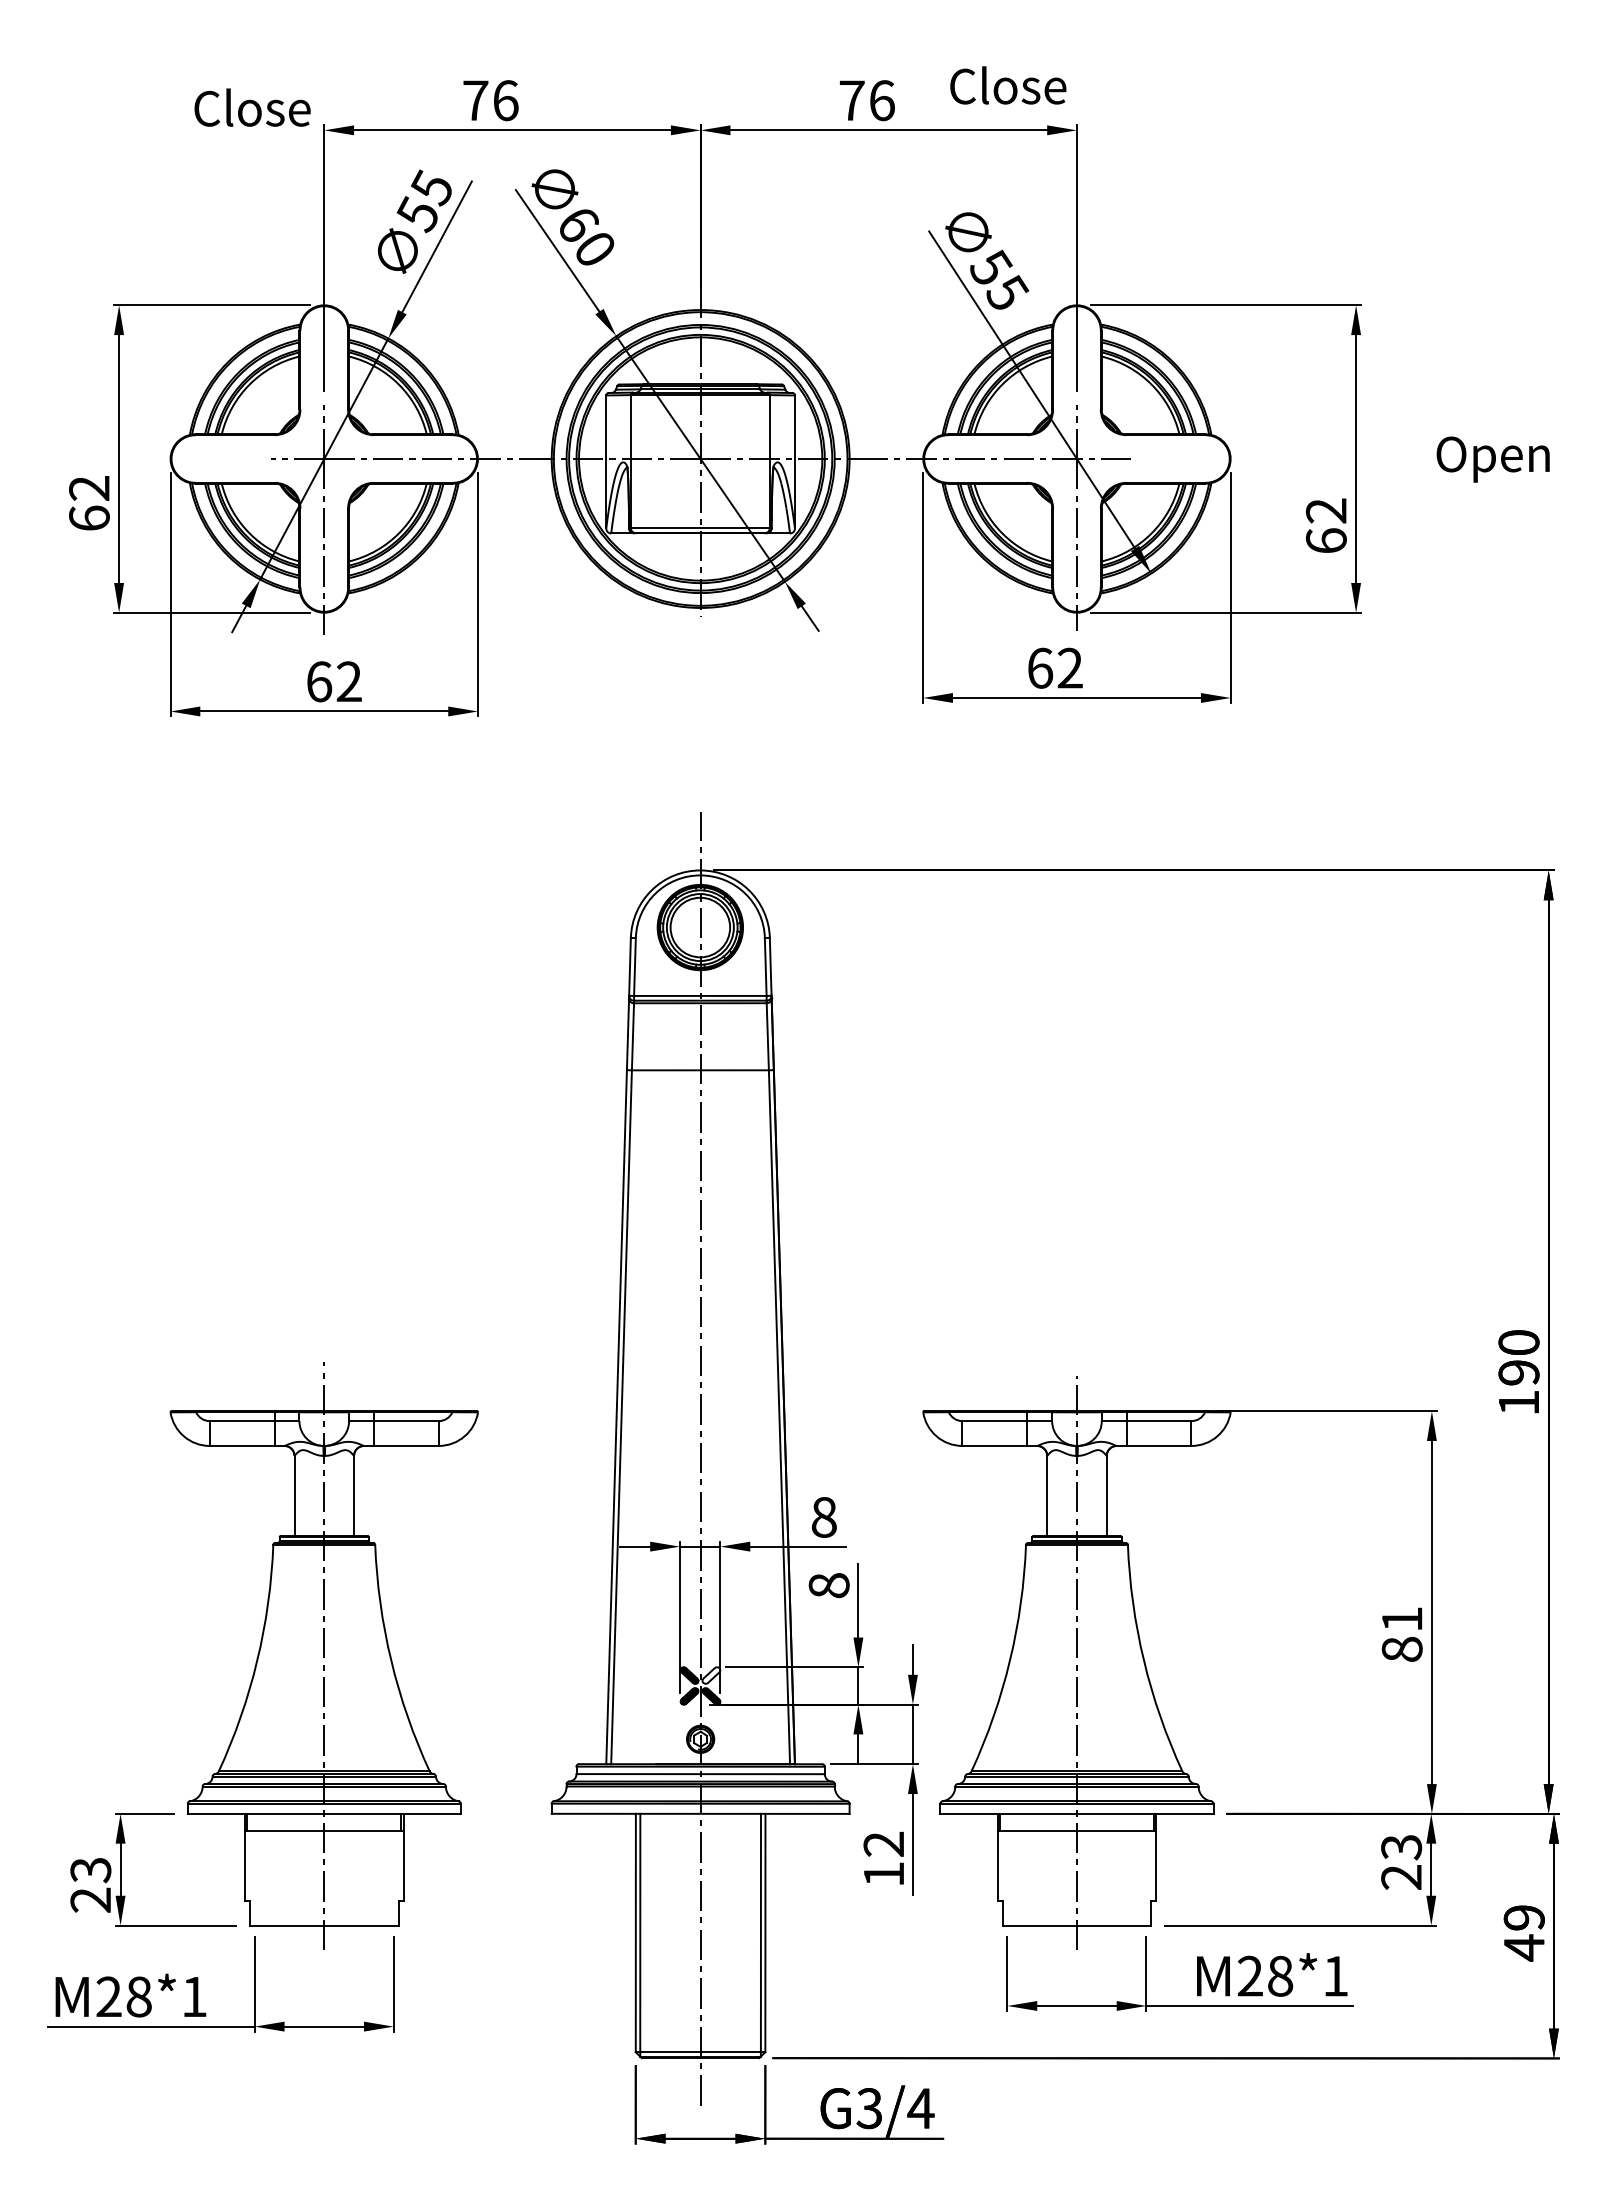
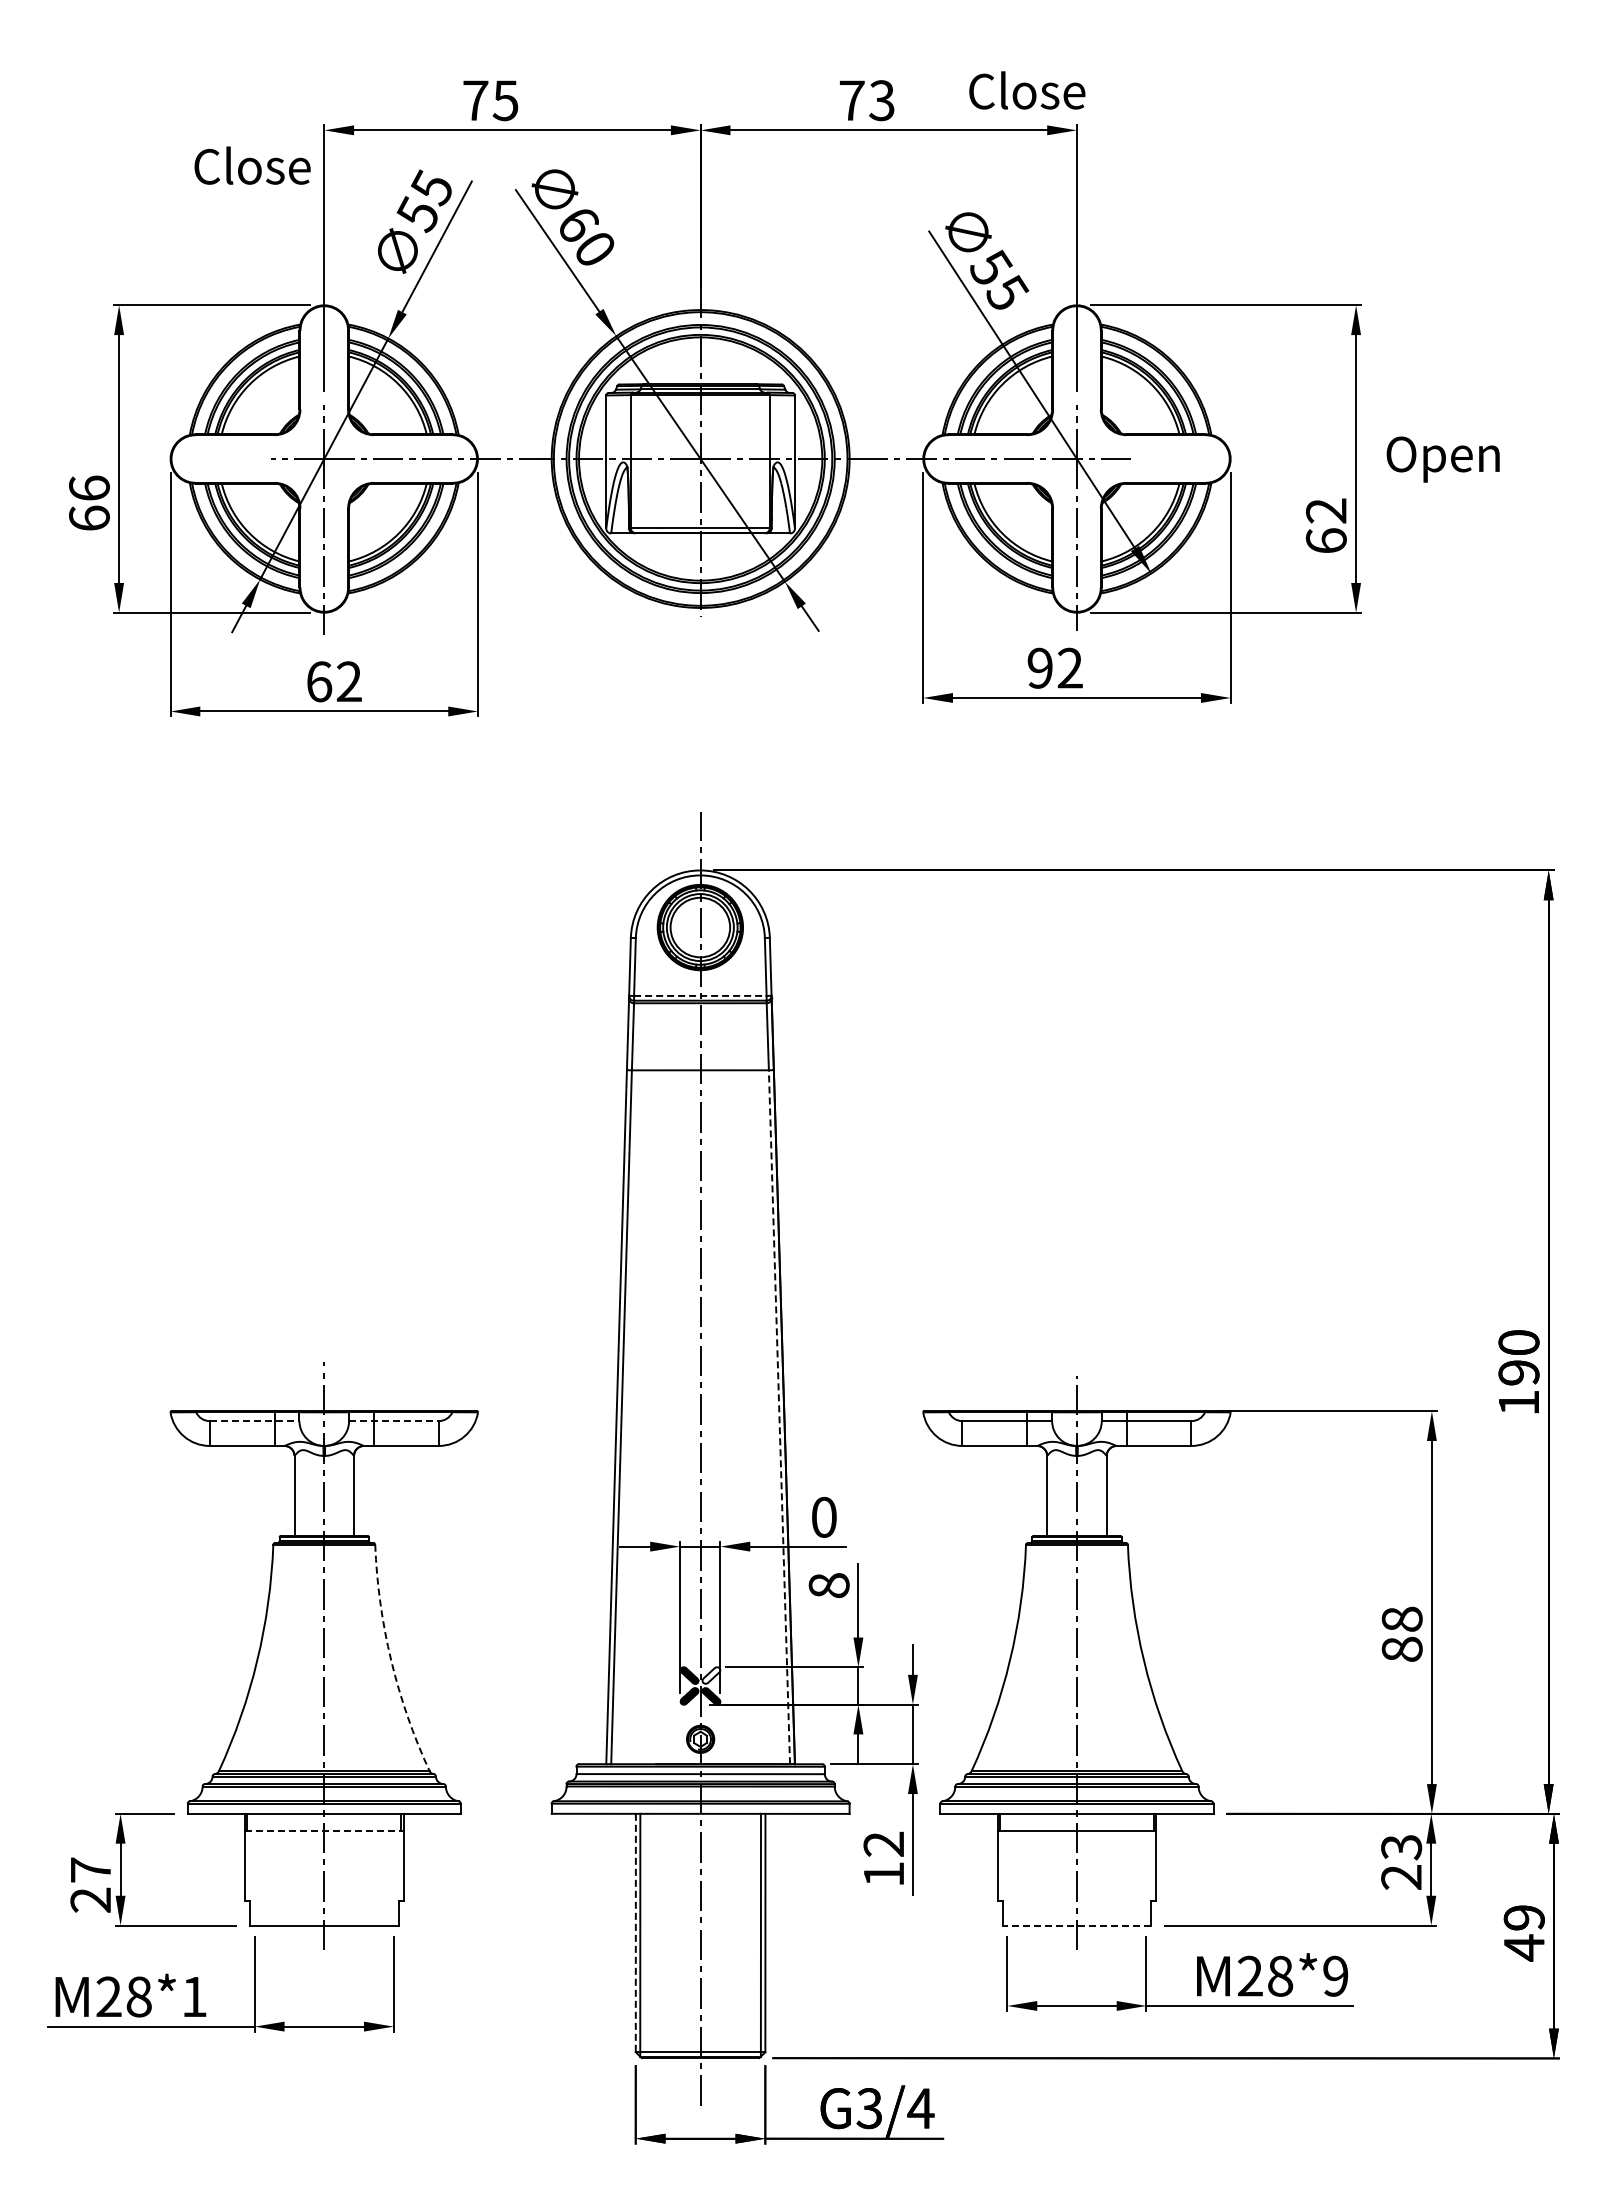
text at (1008, 85) position: (1008, 85) -> (1027, 90)
text at (505, 100): 76 -> 75
text at (881, 100): 76 -> 73
text at (252, 107) position: (252, 107) -> (252, 165)
text at (1492, 459) position: (1492, 459) -> (1442, 459)
text at (89, 487): 62 -> 66
text at (1040, 667): 62 -> 92
line at (700, 995): solid -> dashed
line at (779, 1416): solid -> dashed
line at (254, 1421): solid -> dashed
line at (393, 1421): solid -> dashed
text at (823, 1516): 8 -> 0
text at (1401, 1618): 81 -> 88
arc at (391, 1660): solid -> dashed
line at (324, 1831): solid -> dashed
text at (90, 1870): 23 -> 27
line at (1076, 1925): solid -> dashed
line at (635, 1933): solid -> dashed
text at (1335, 1975): M28*1 -> M28*9
